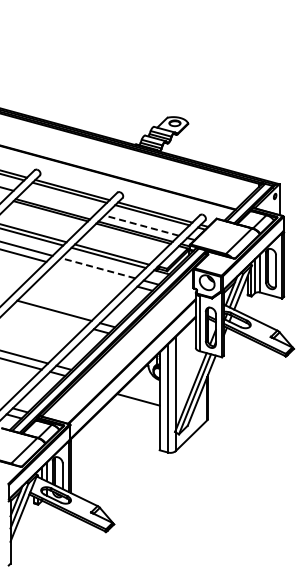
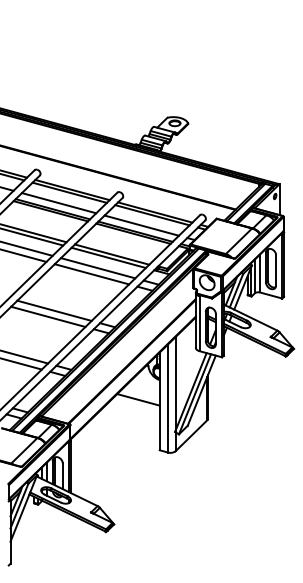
line at (58, 203): none -> present
line at (141, 225): dashed -> solid
line at (98, 268): dashed -> solid
line at (91, 274): none -> present
line at (48, 316): none -> present
